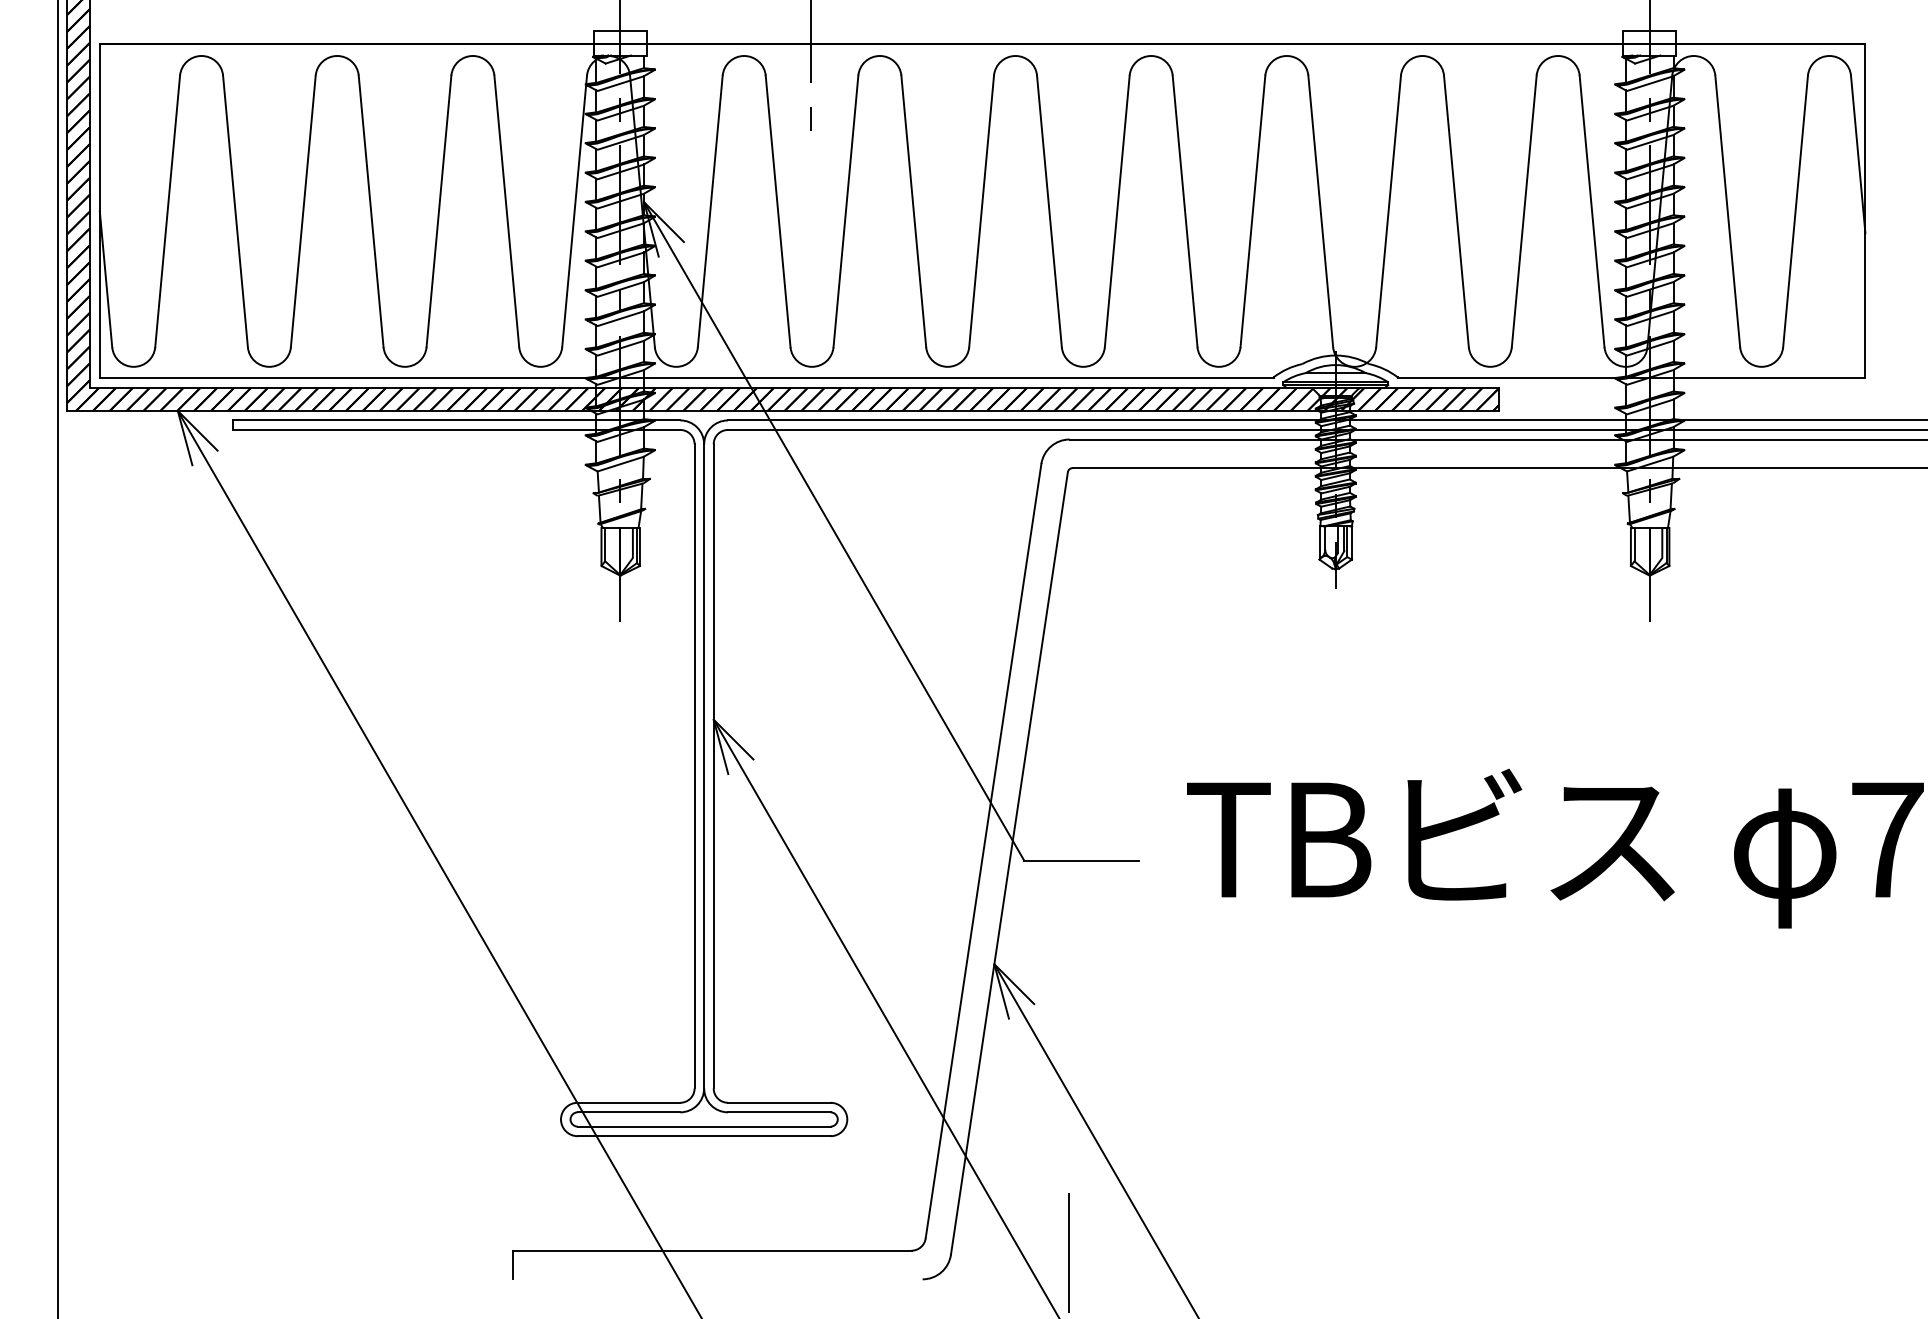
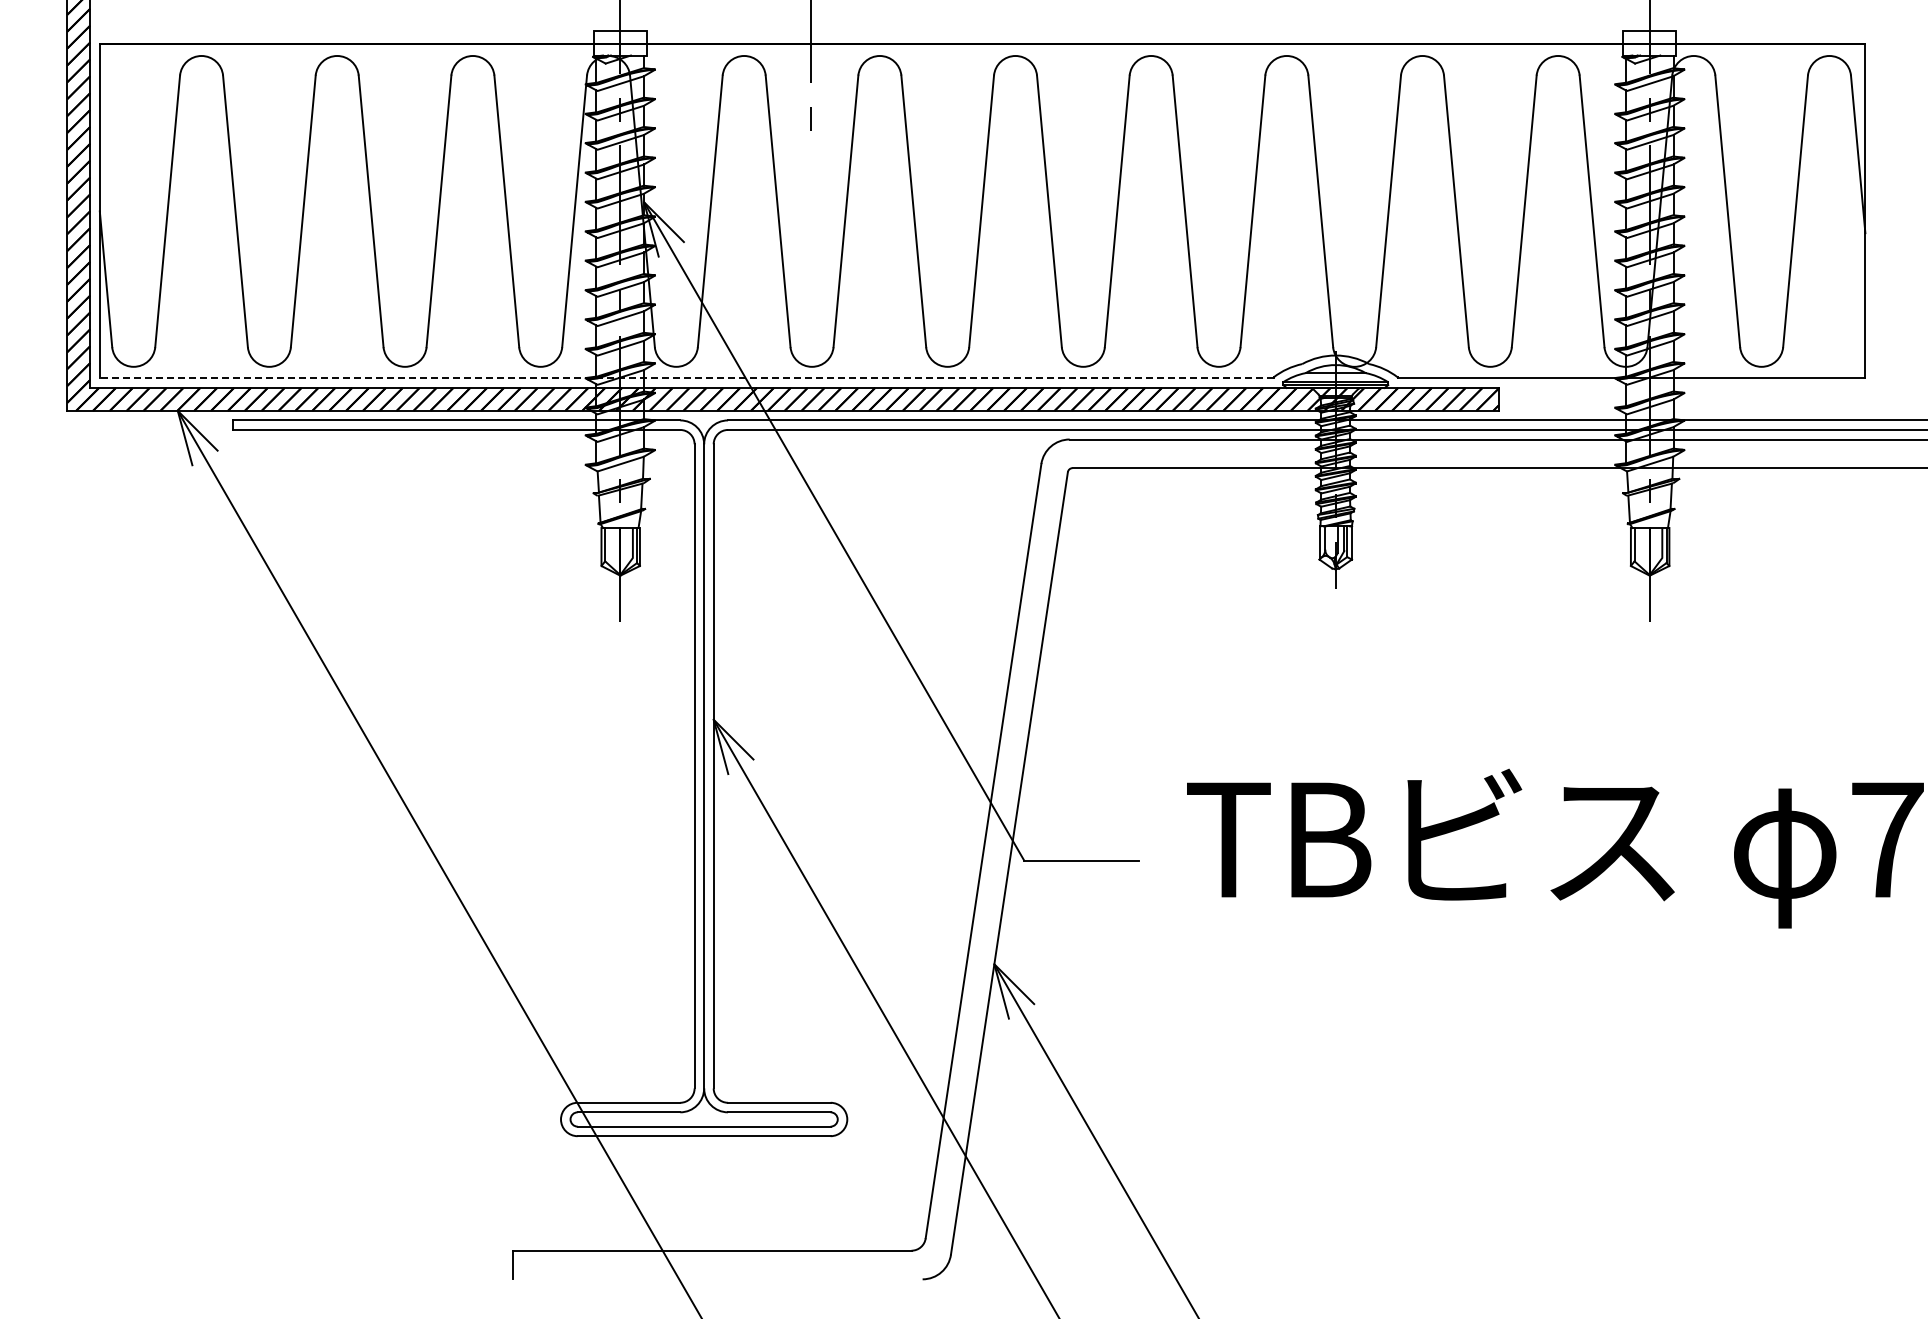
line at (686, 378): solid -> dashed
line at (57, 658): present -> none
line at (1068, 1254): present -> none
